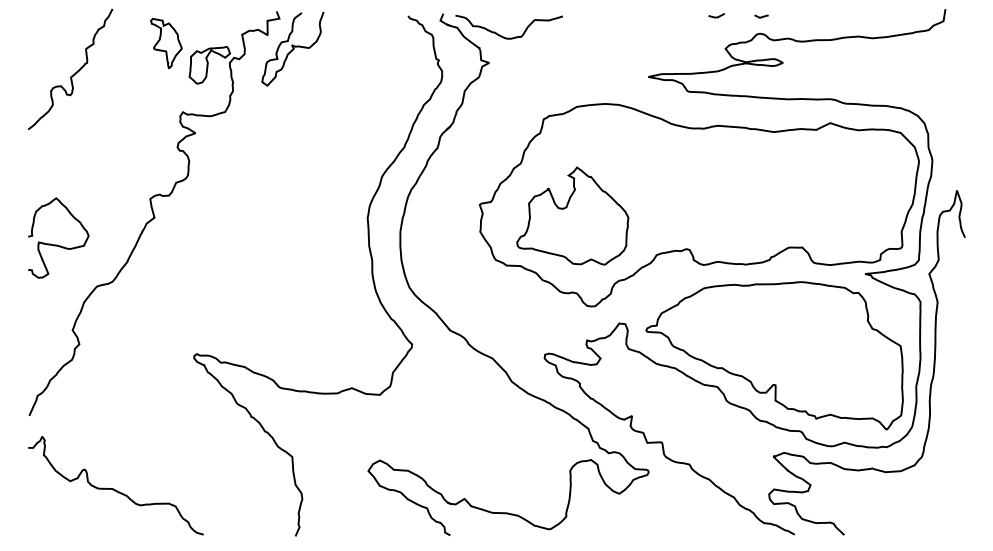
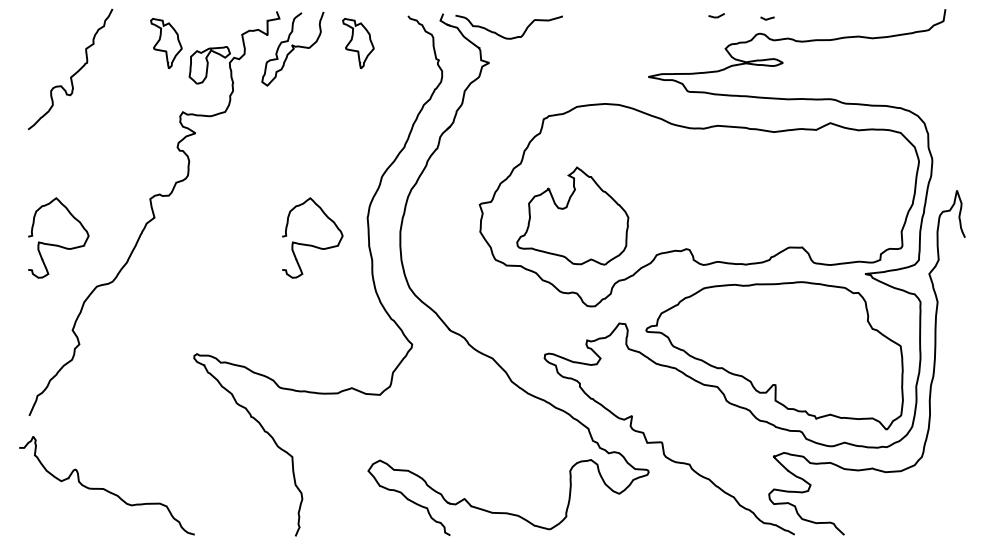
line at (761, 16) position: (761, 16) -> (767, 18)
part at (358, 43): none -> present
curve at (311, 244): none -> present
curve at (113, 488) position: (113, 488) -> (104, 488)
